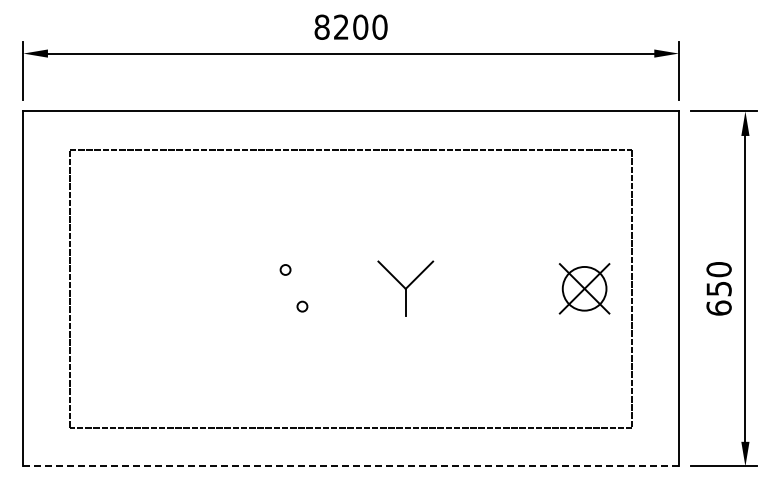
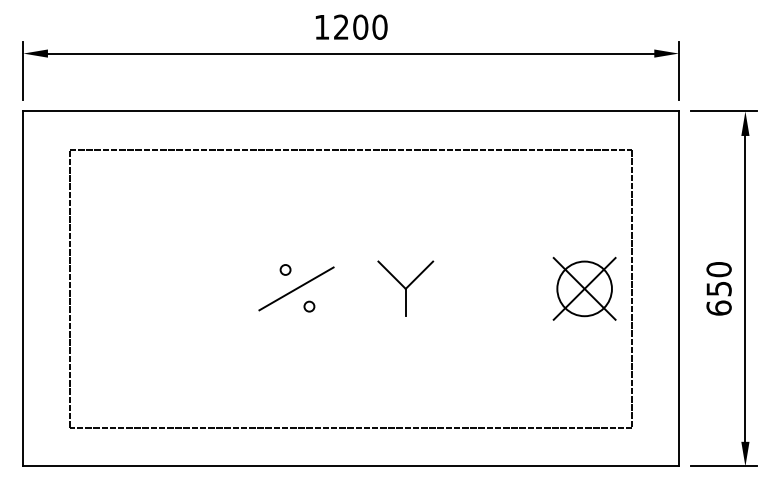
text at (321, 26): 8200 -> 1200
line at (296, 288): none -> present
part at (584, 288) size: 53x52 px -> 65x65 px
circle at (302, 306) position: (302, 306) -> (309, 306)
line at (351, 466): dashed -> solid
